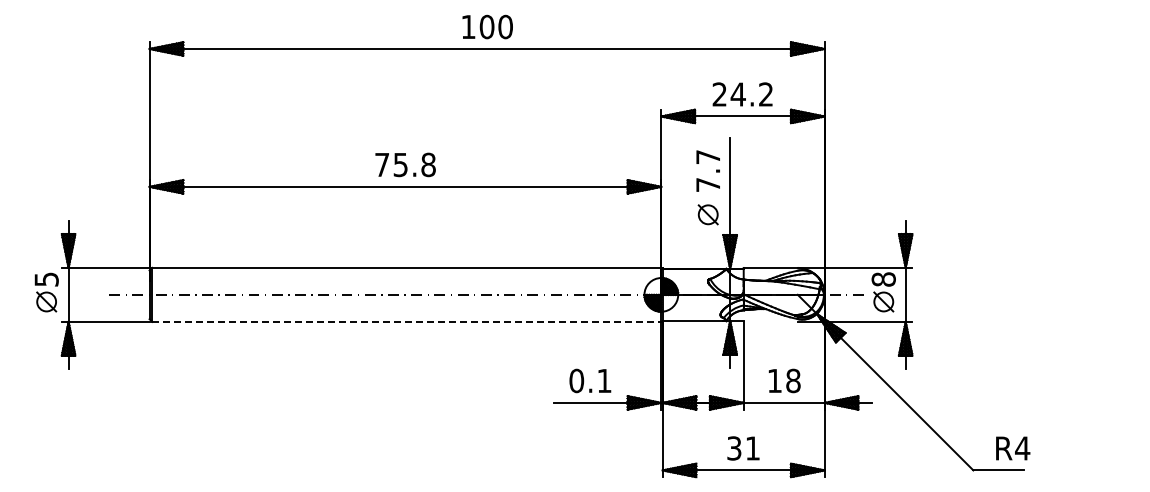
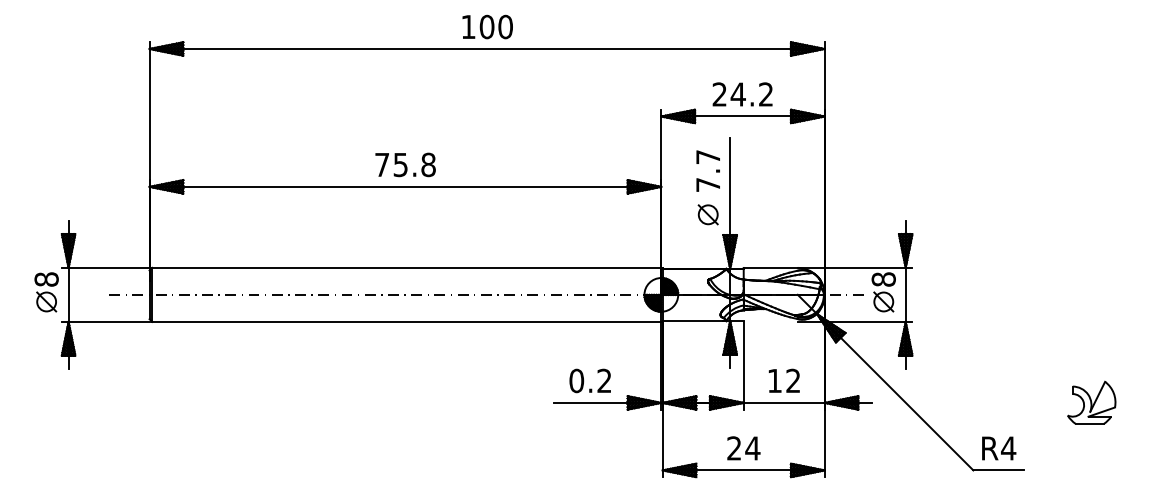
text at (46, 279): 5 -> 8
line at (406, 321): dashed -> solid
text at (604, 380): 0.1 -> 0.2
text at (793, 380): 18 -> 12
part at (1091, 402): none -> present
text at (743, 448): 31 -> 24
text at (1013, 448) position: (1013, 448) -> (999, 448)
